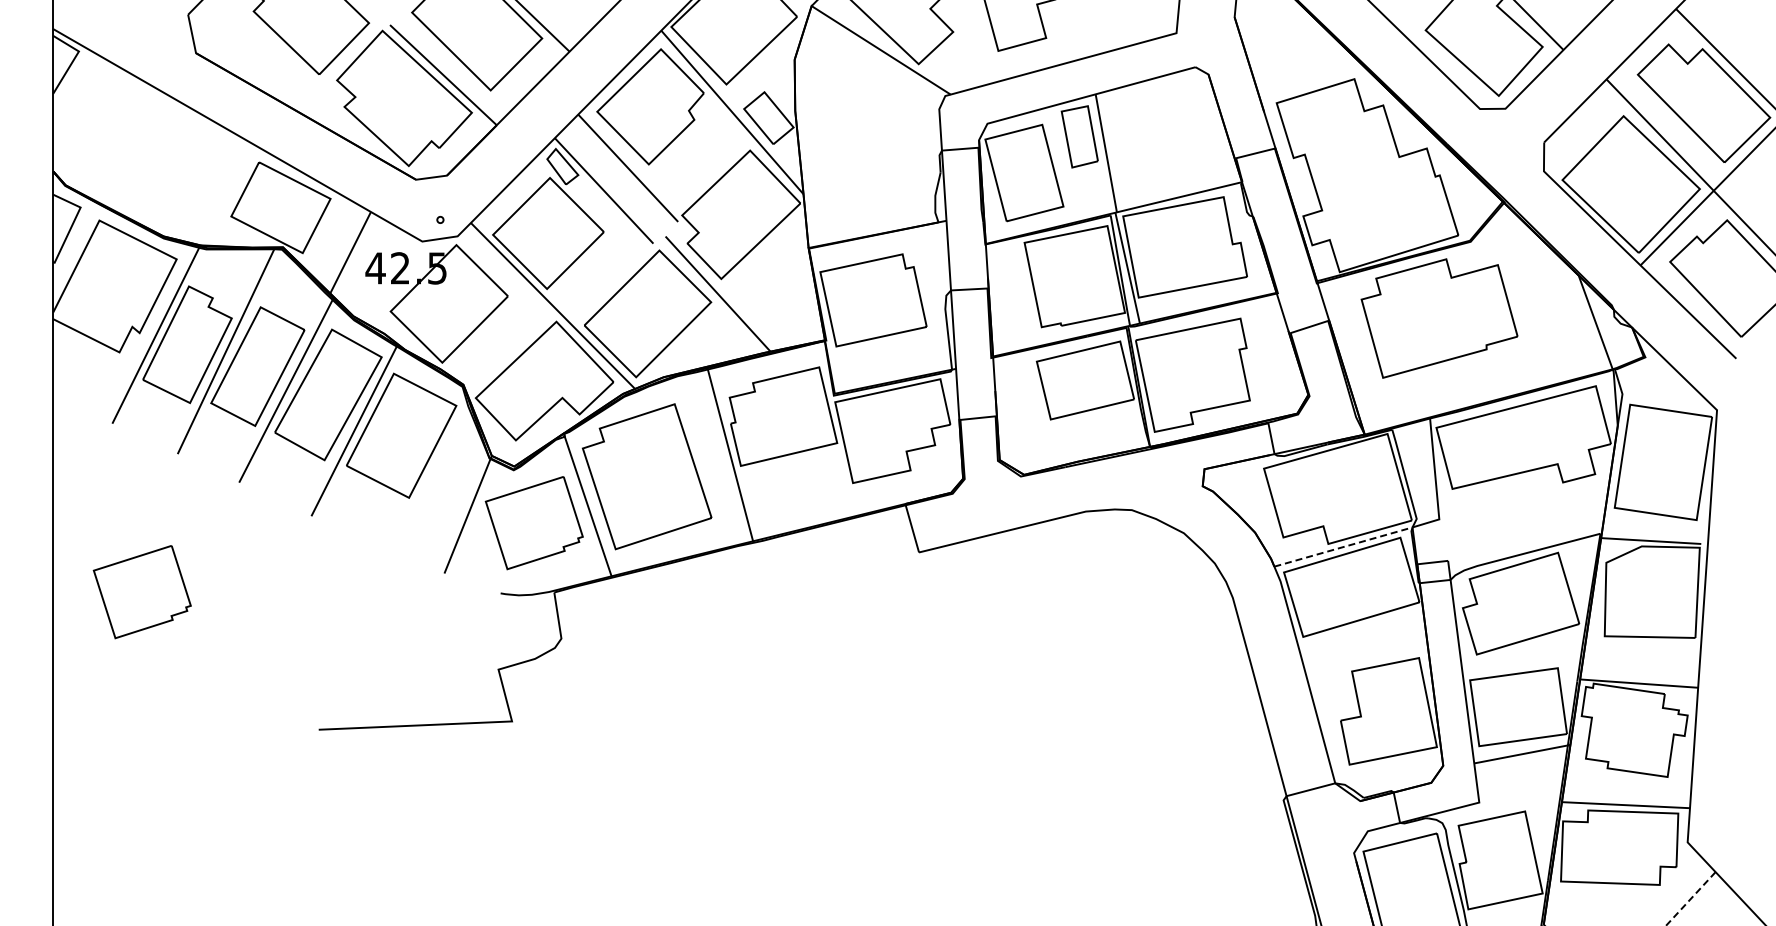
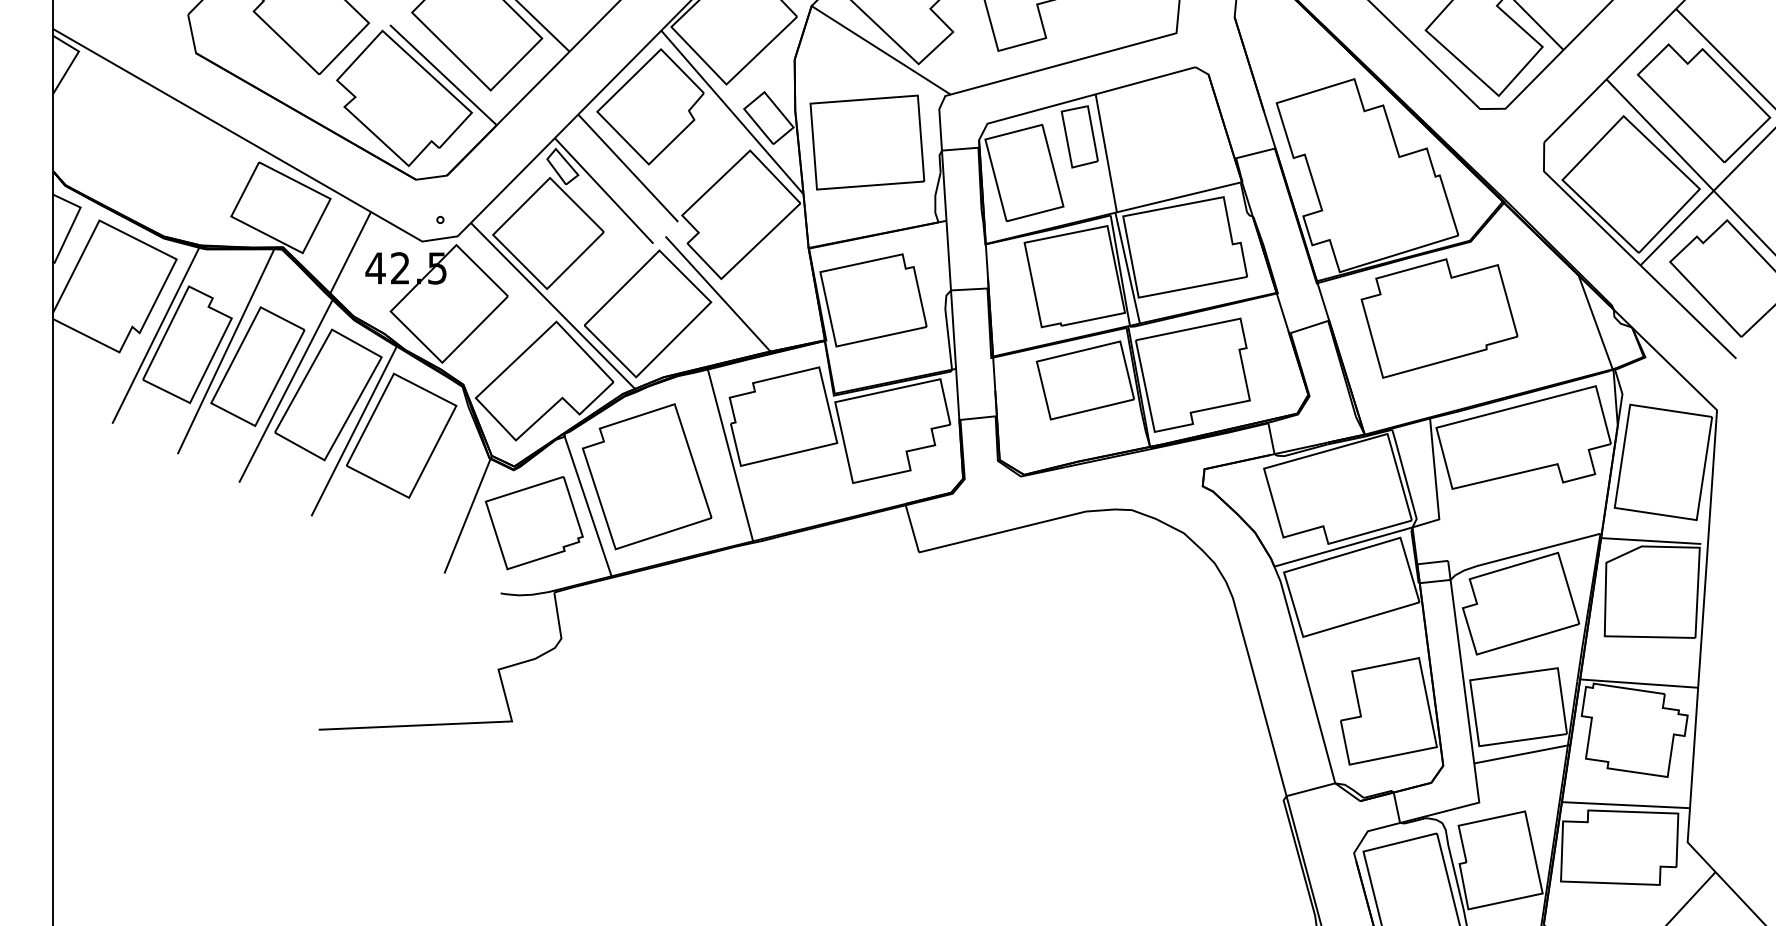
part at (867, 142): none -> present
line at (1343, 547): dashed -> solid
part at (141, 592): present -> none
line at (1690, 899): dashed -> solid
